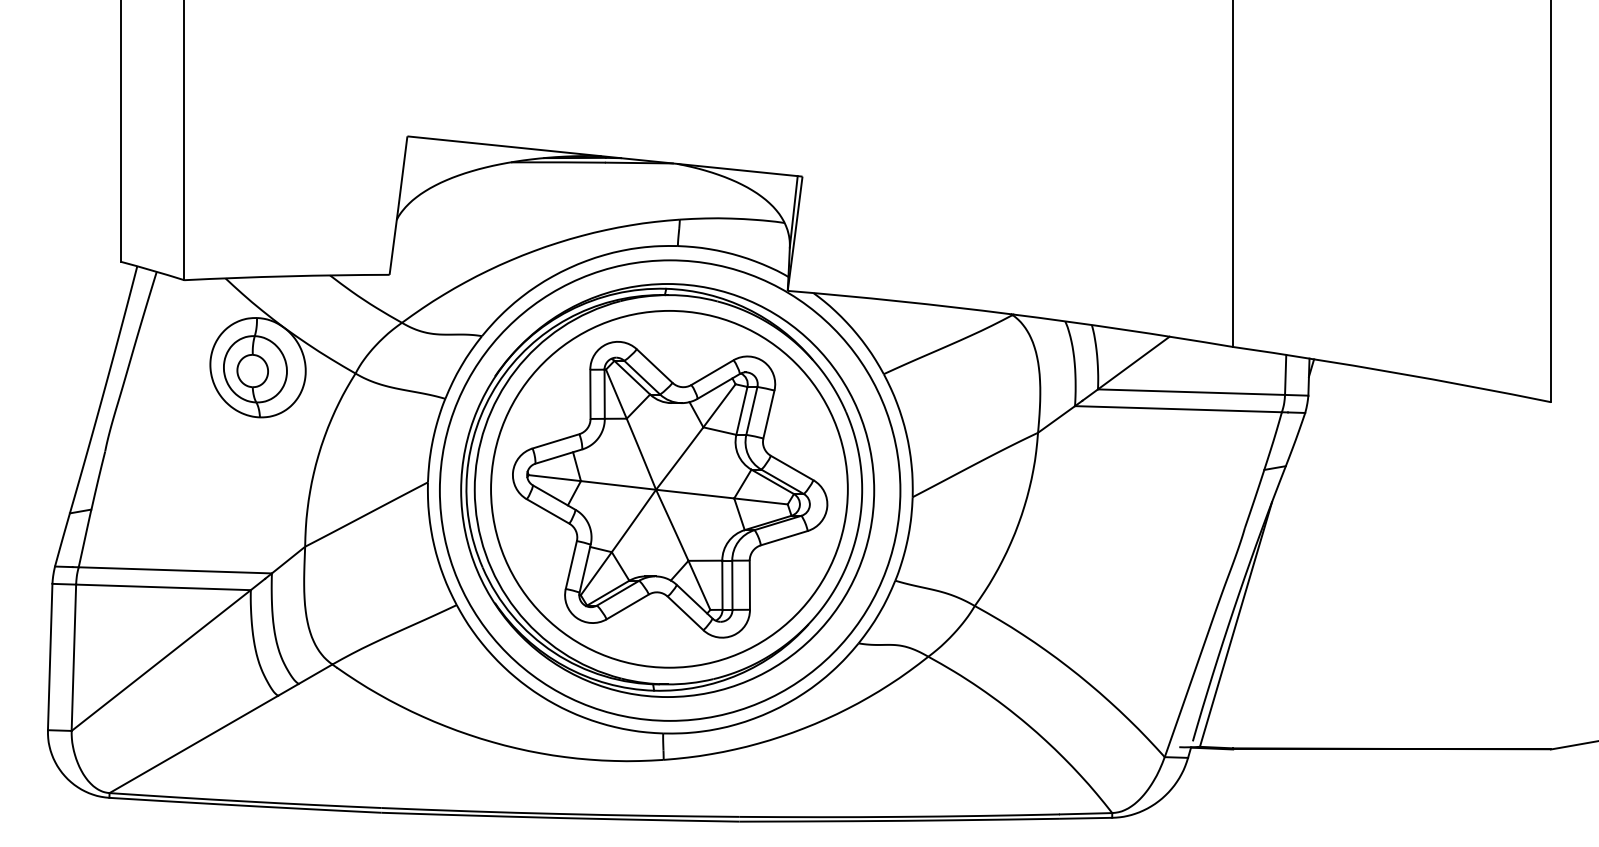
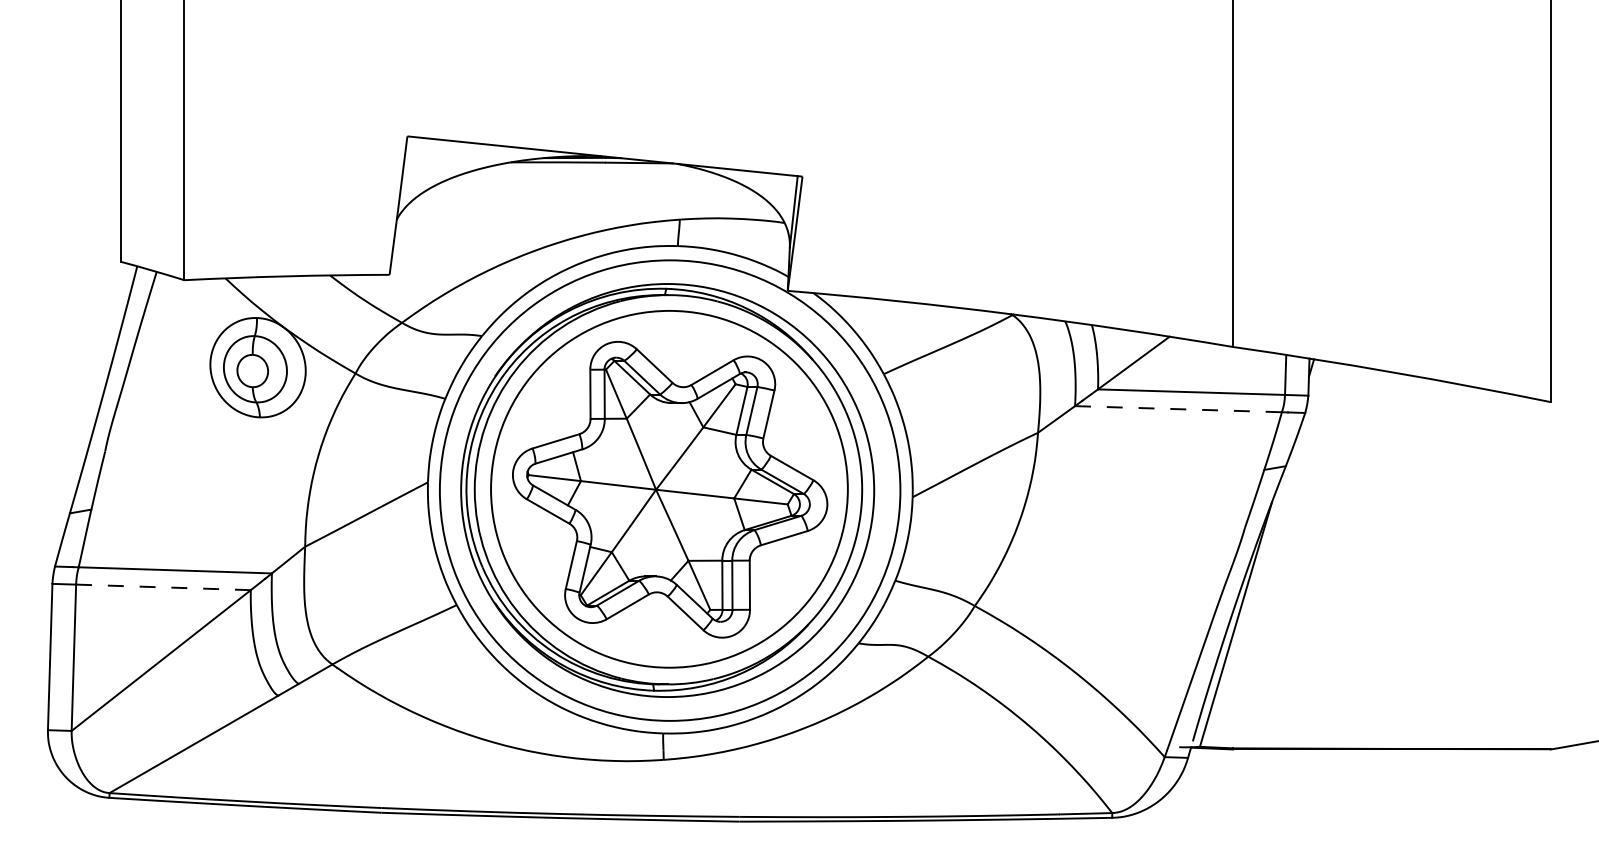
line at (1178, 409): solid -> dashed
line at (162, 587): solid -> dashed
